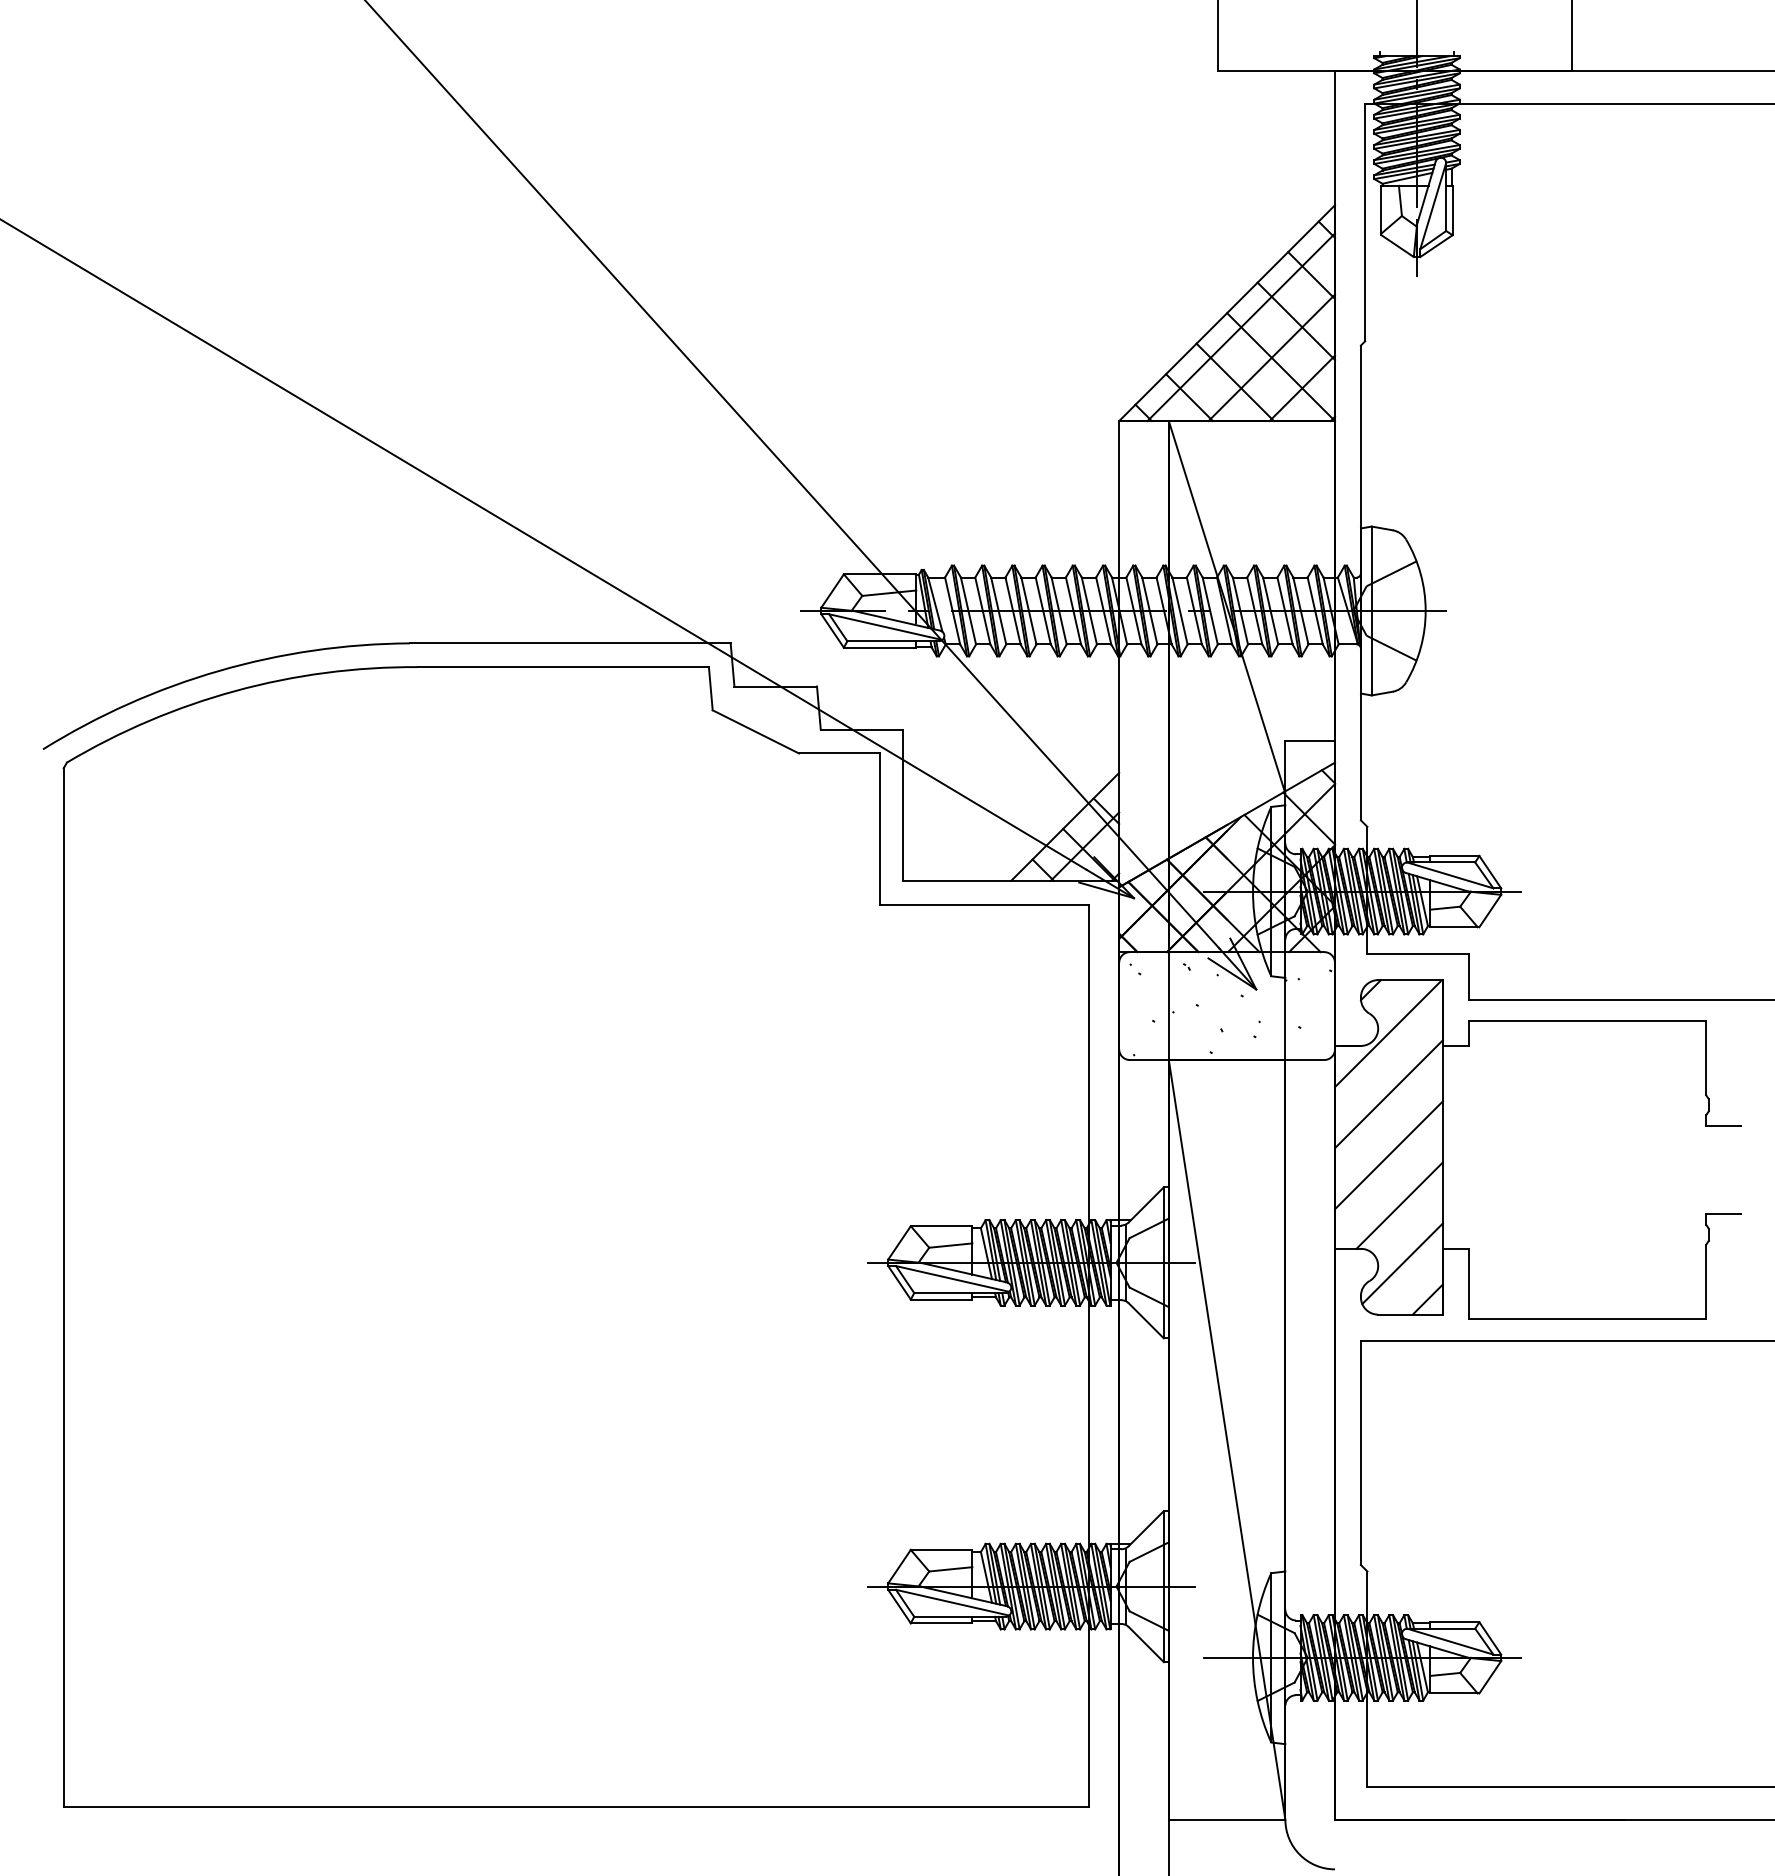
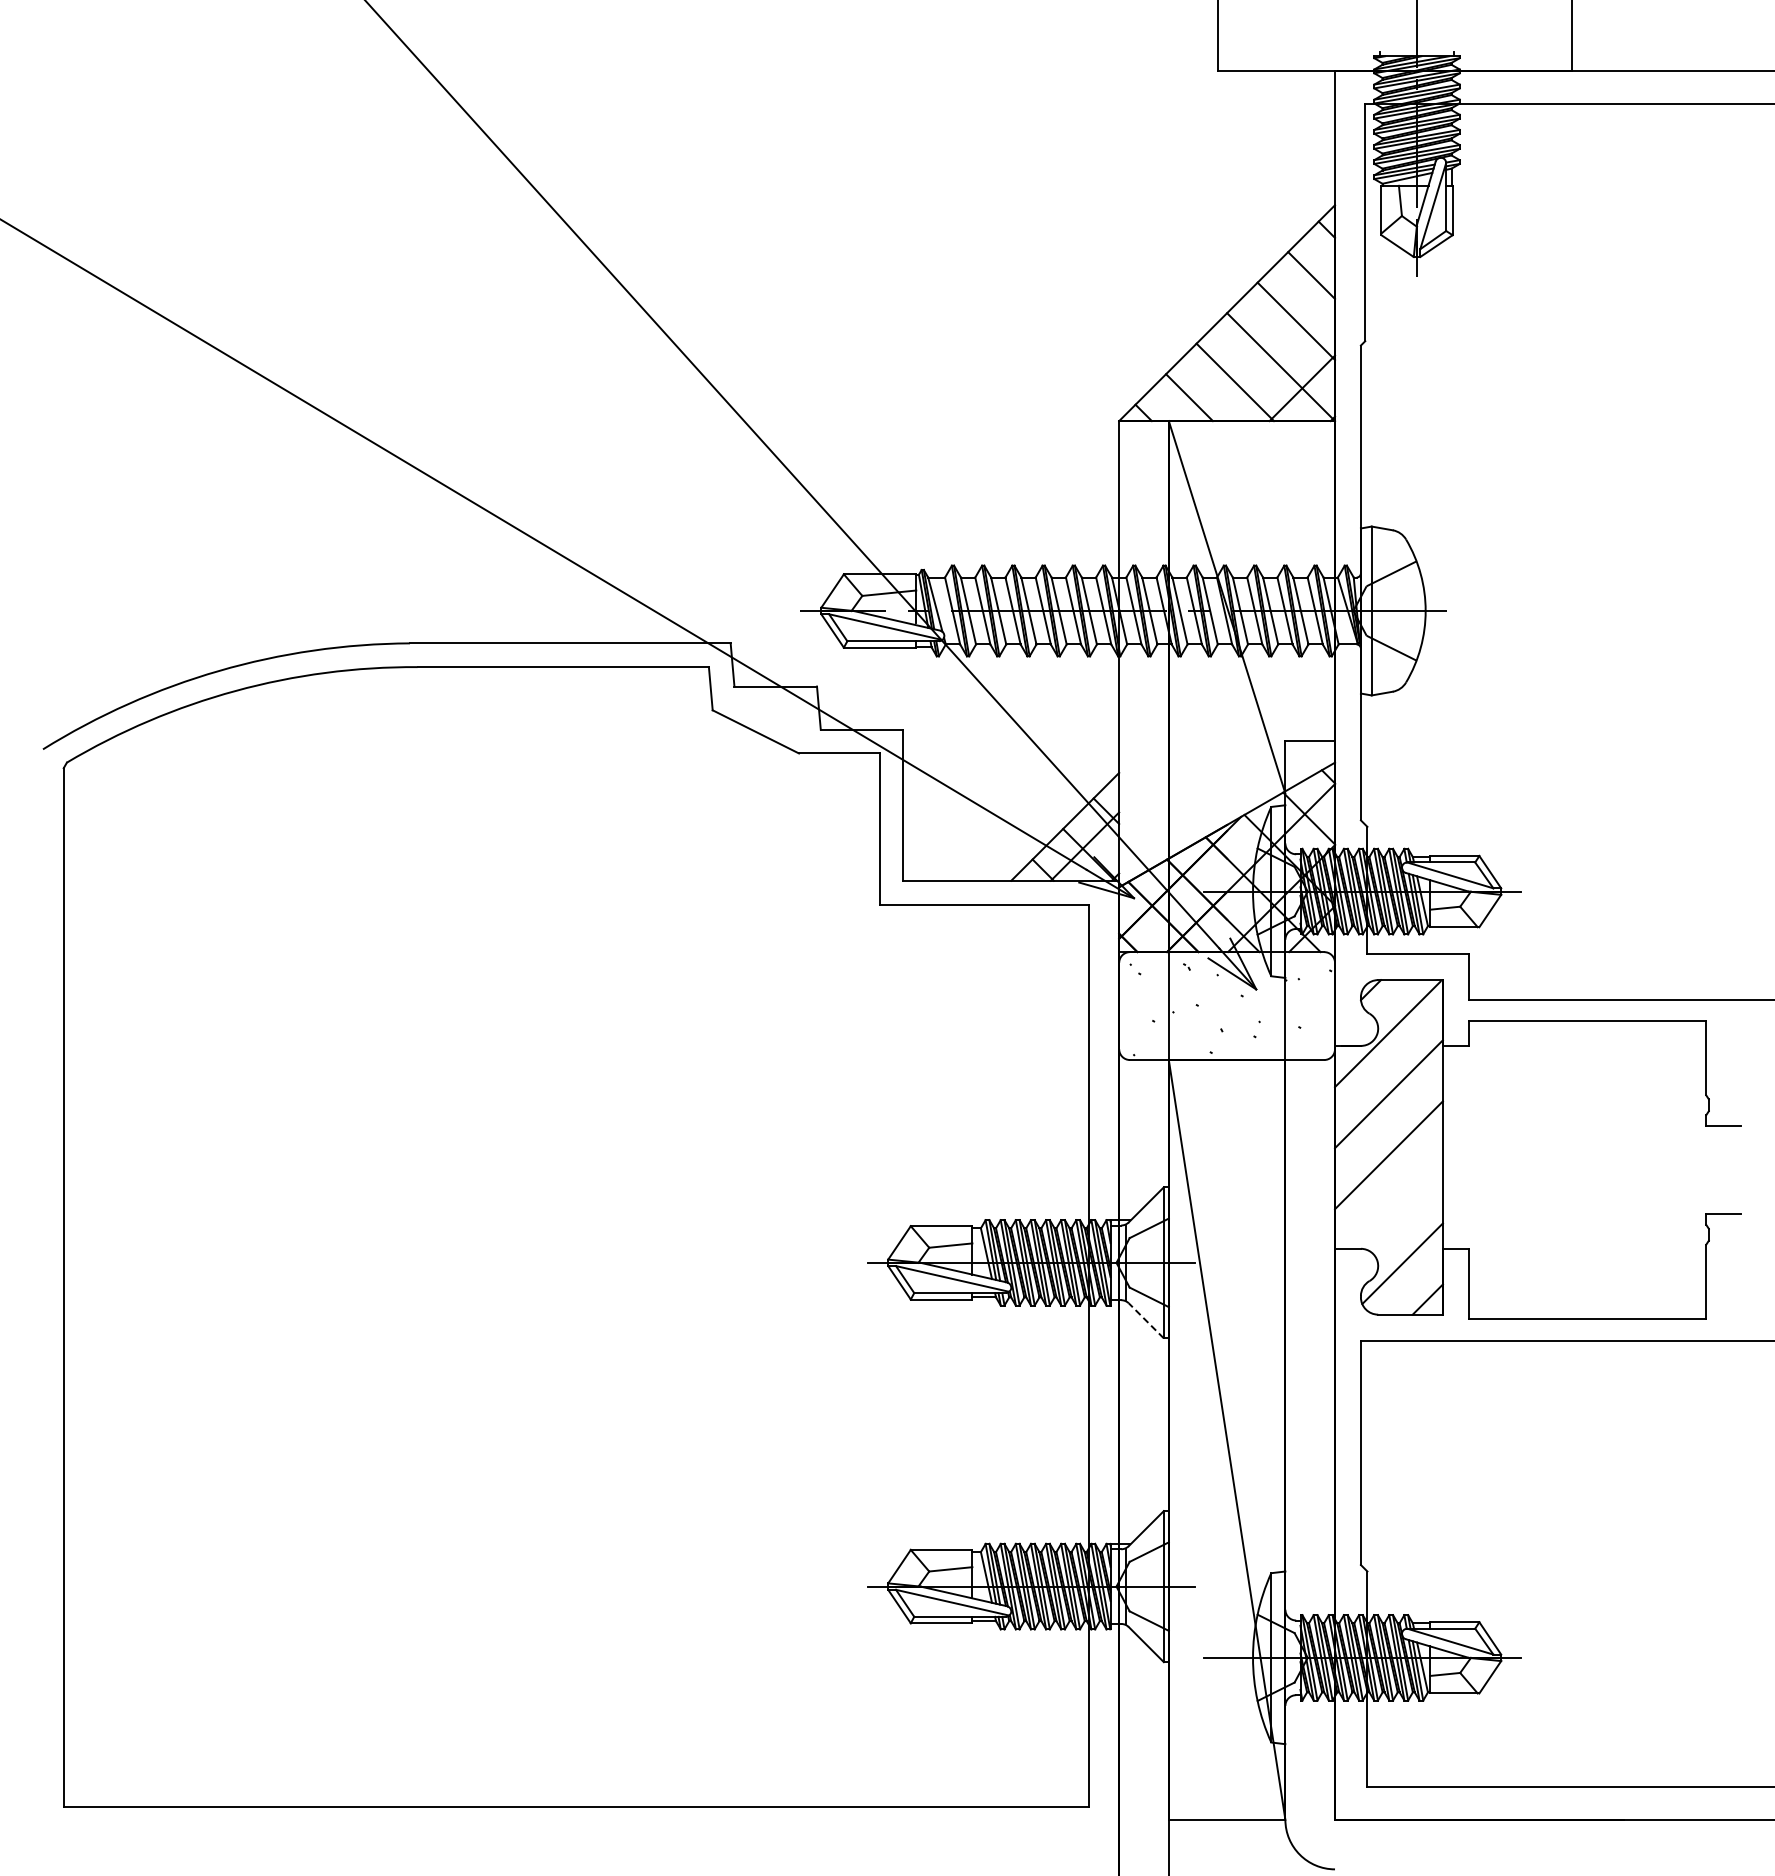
line at (1241, 327): present -> none
line at (1271, 357): present -> none
line at (1399, 1205): present -> none
line at (1146, 1320): solid -> dashed
